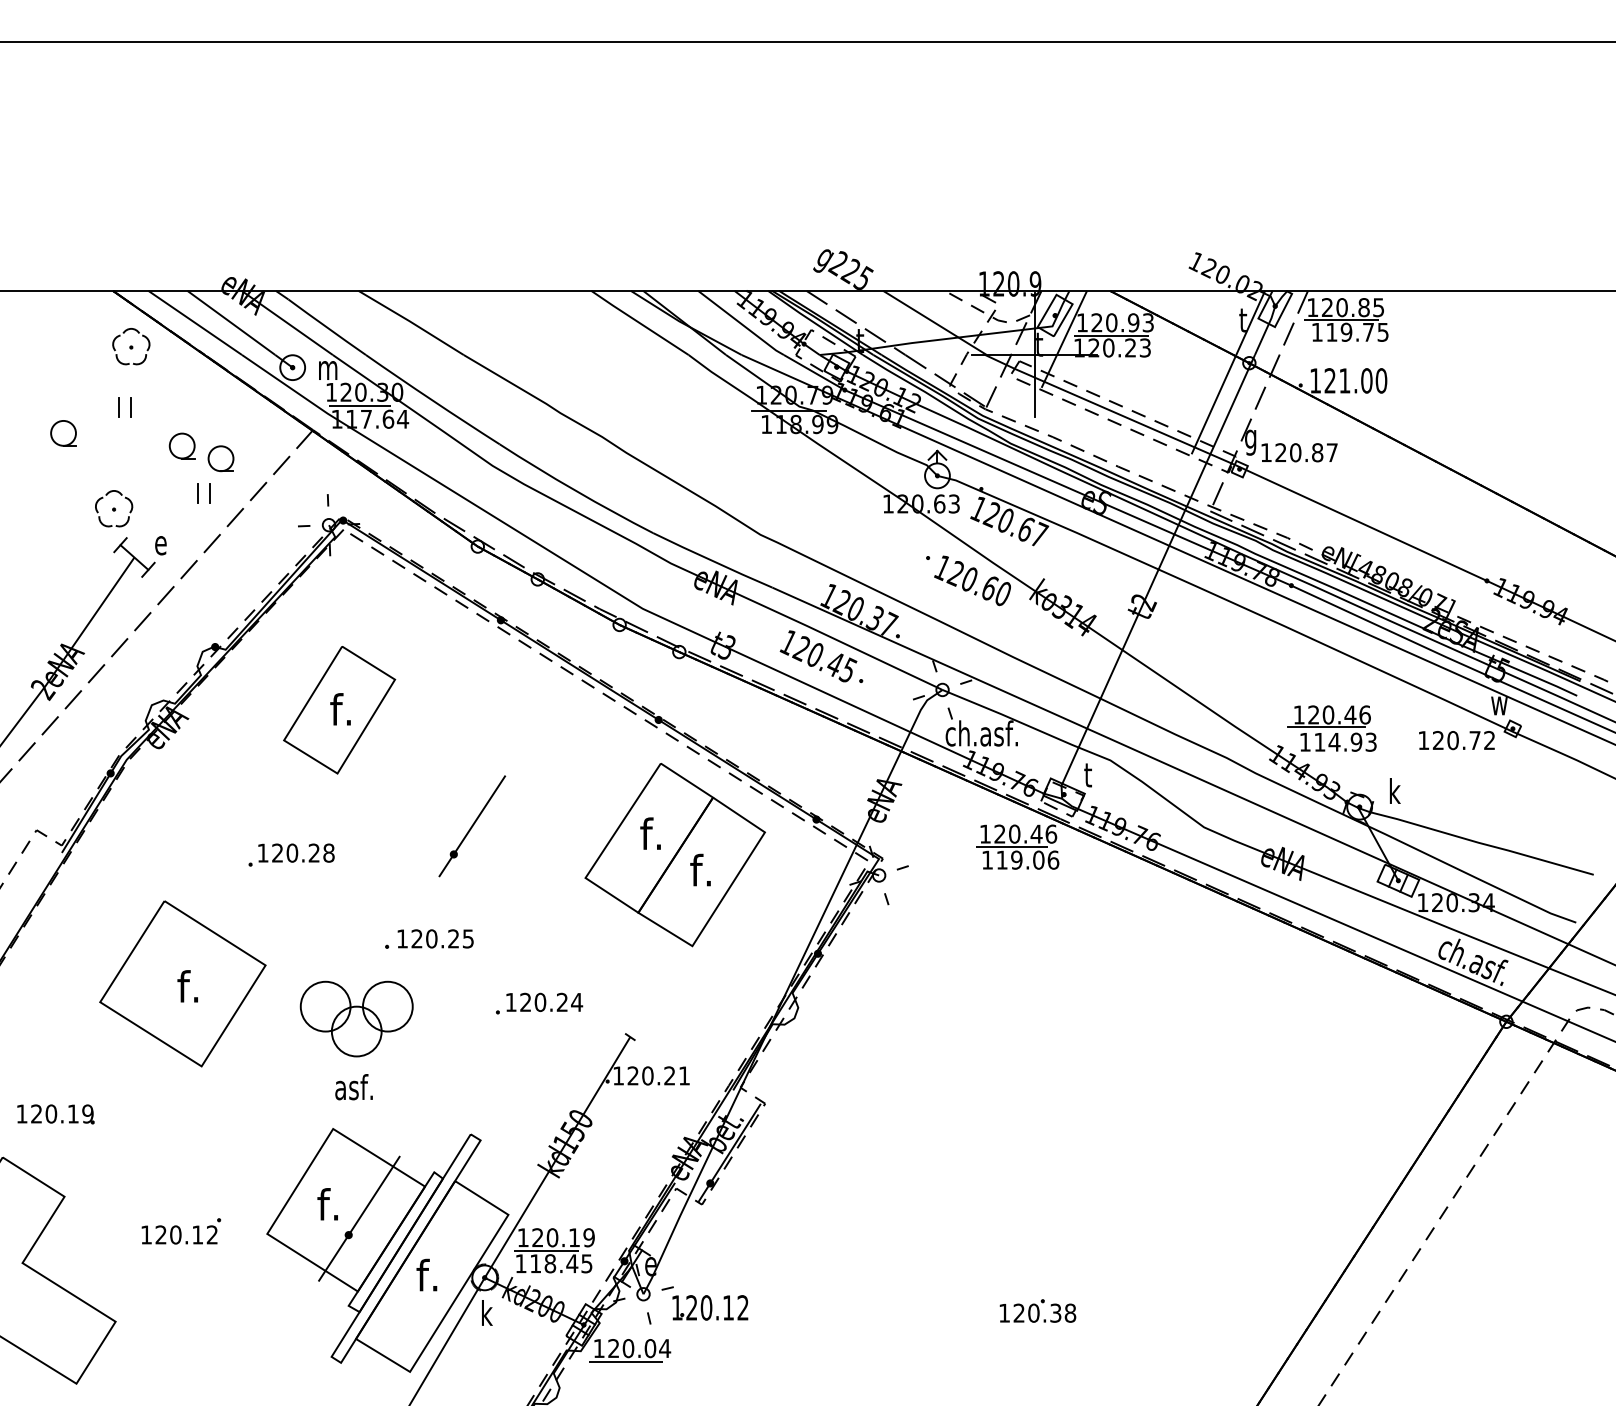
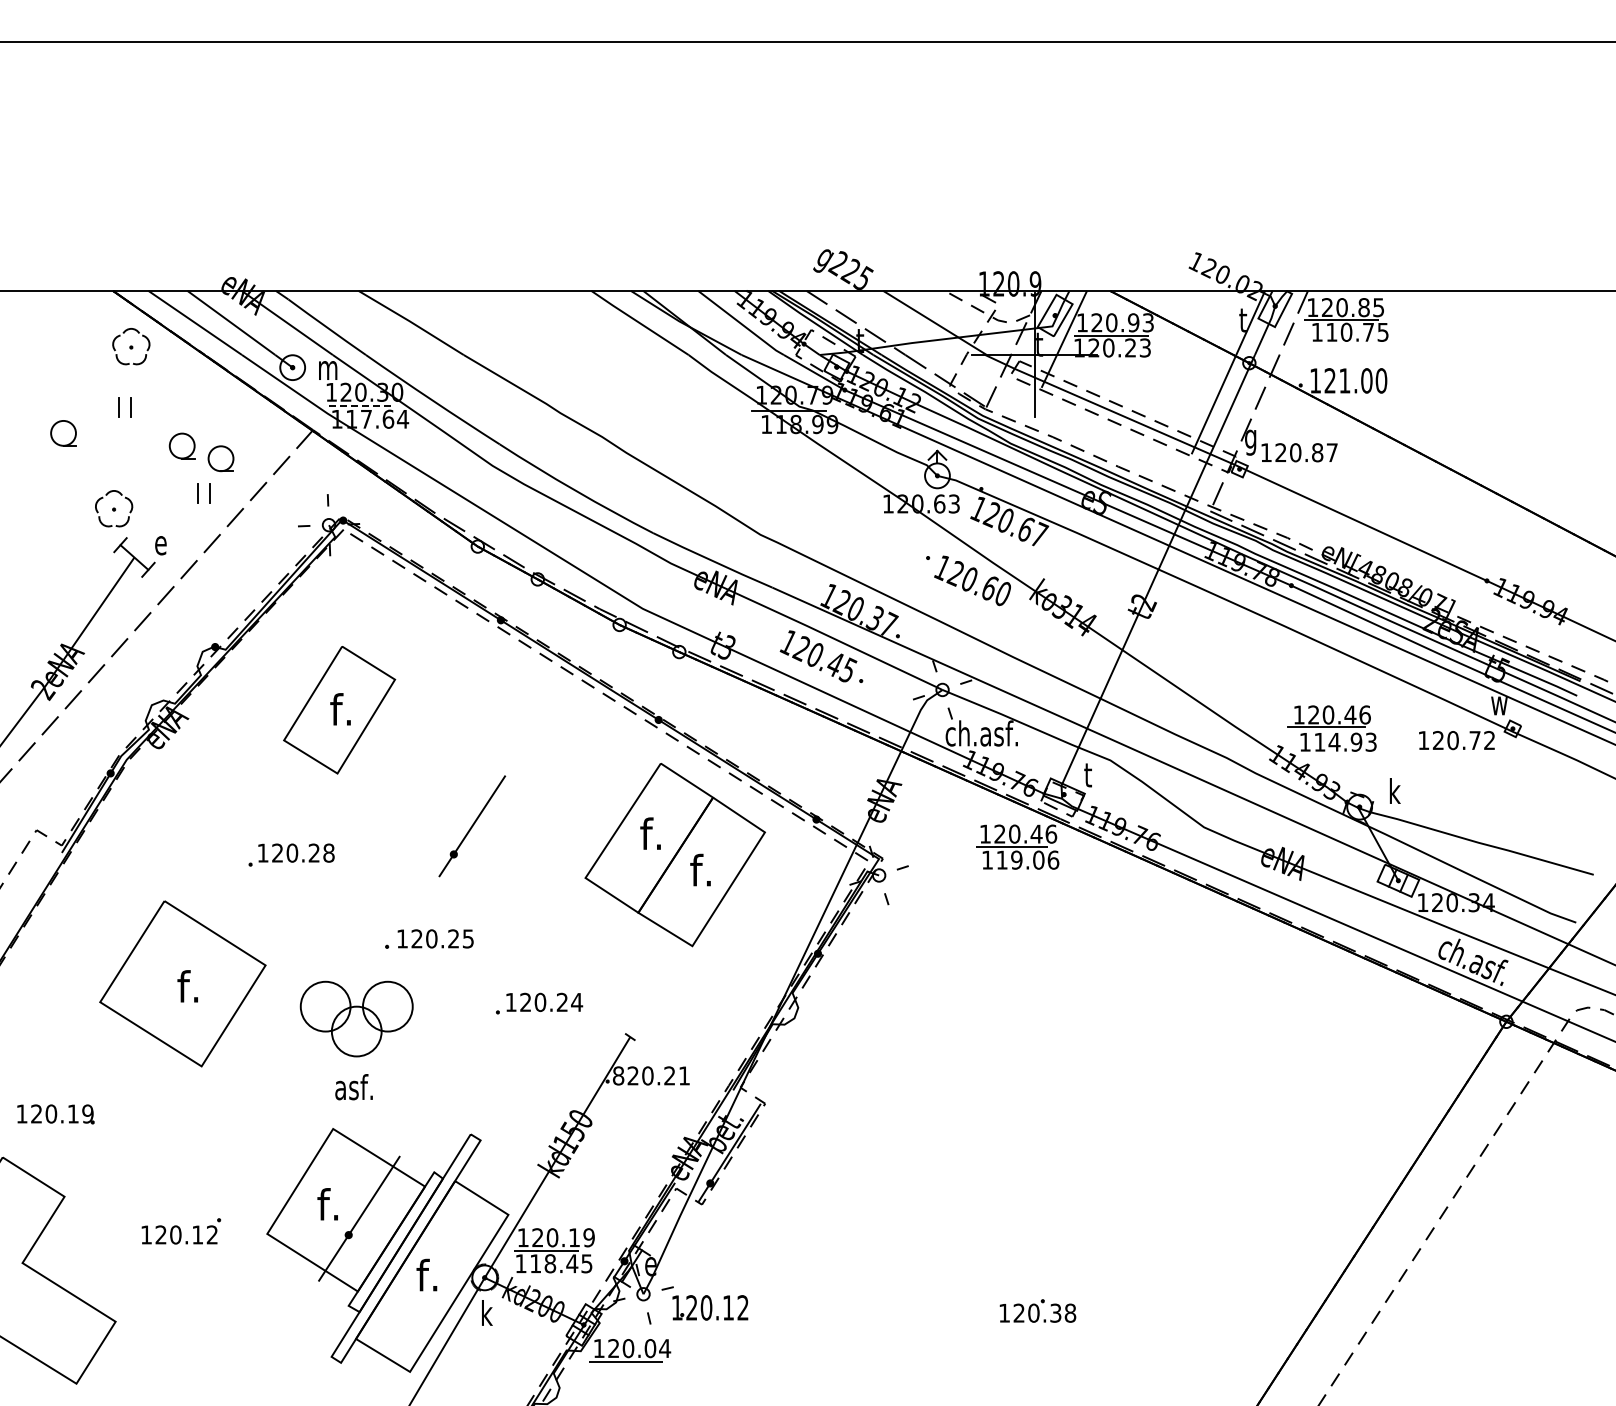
text at (1346, 332): 119.75 -> 110.75
line at (359, 406): solid -> dashed
text at (618, 1075): 120.21 -> 820.21
